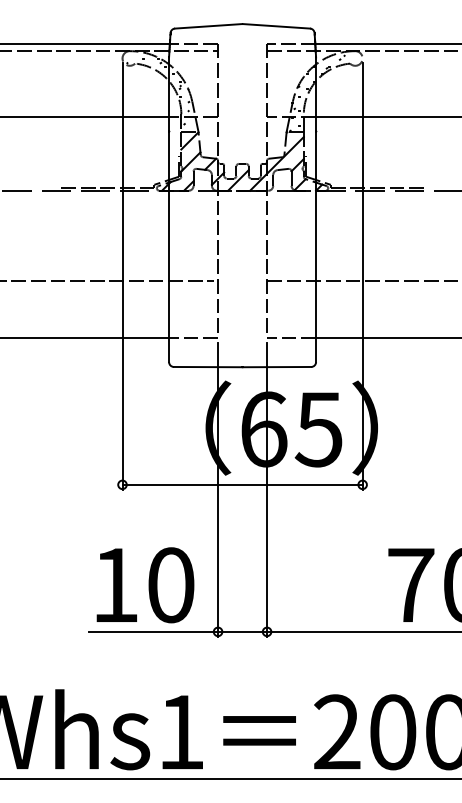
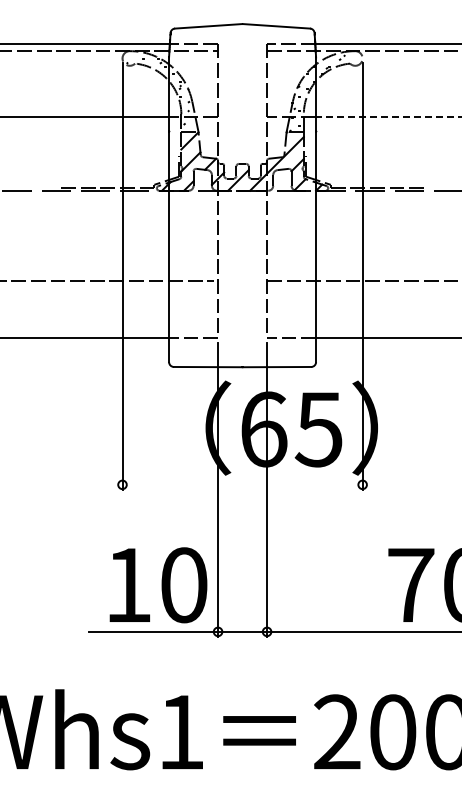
line at (388, 117): solid -> dashed
line at (242, 484): present -> none
text at (145, 585) position: (145, 585) -> (158, 585)
line at (230, 778): present -> none
